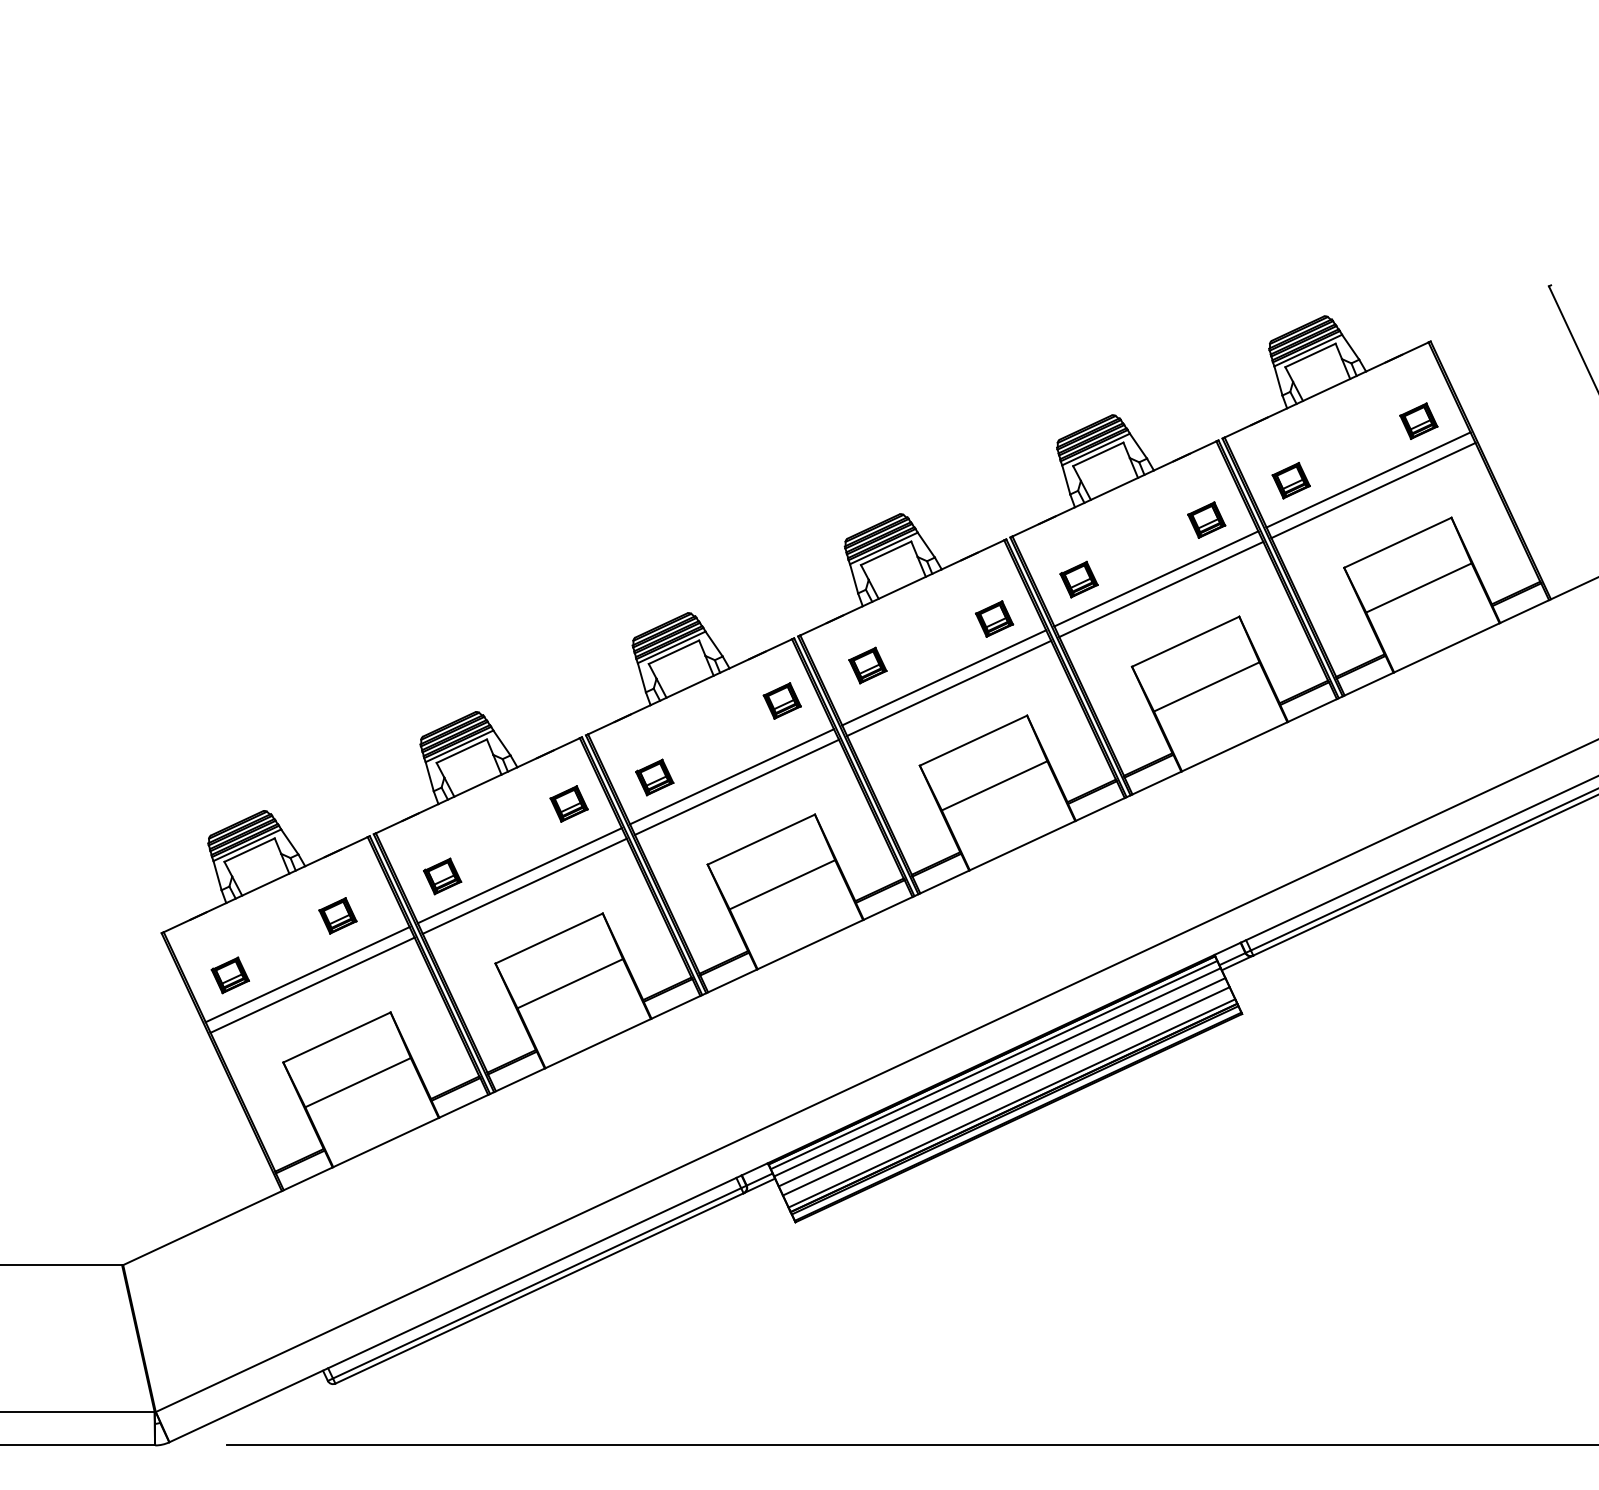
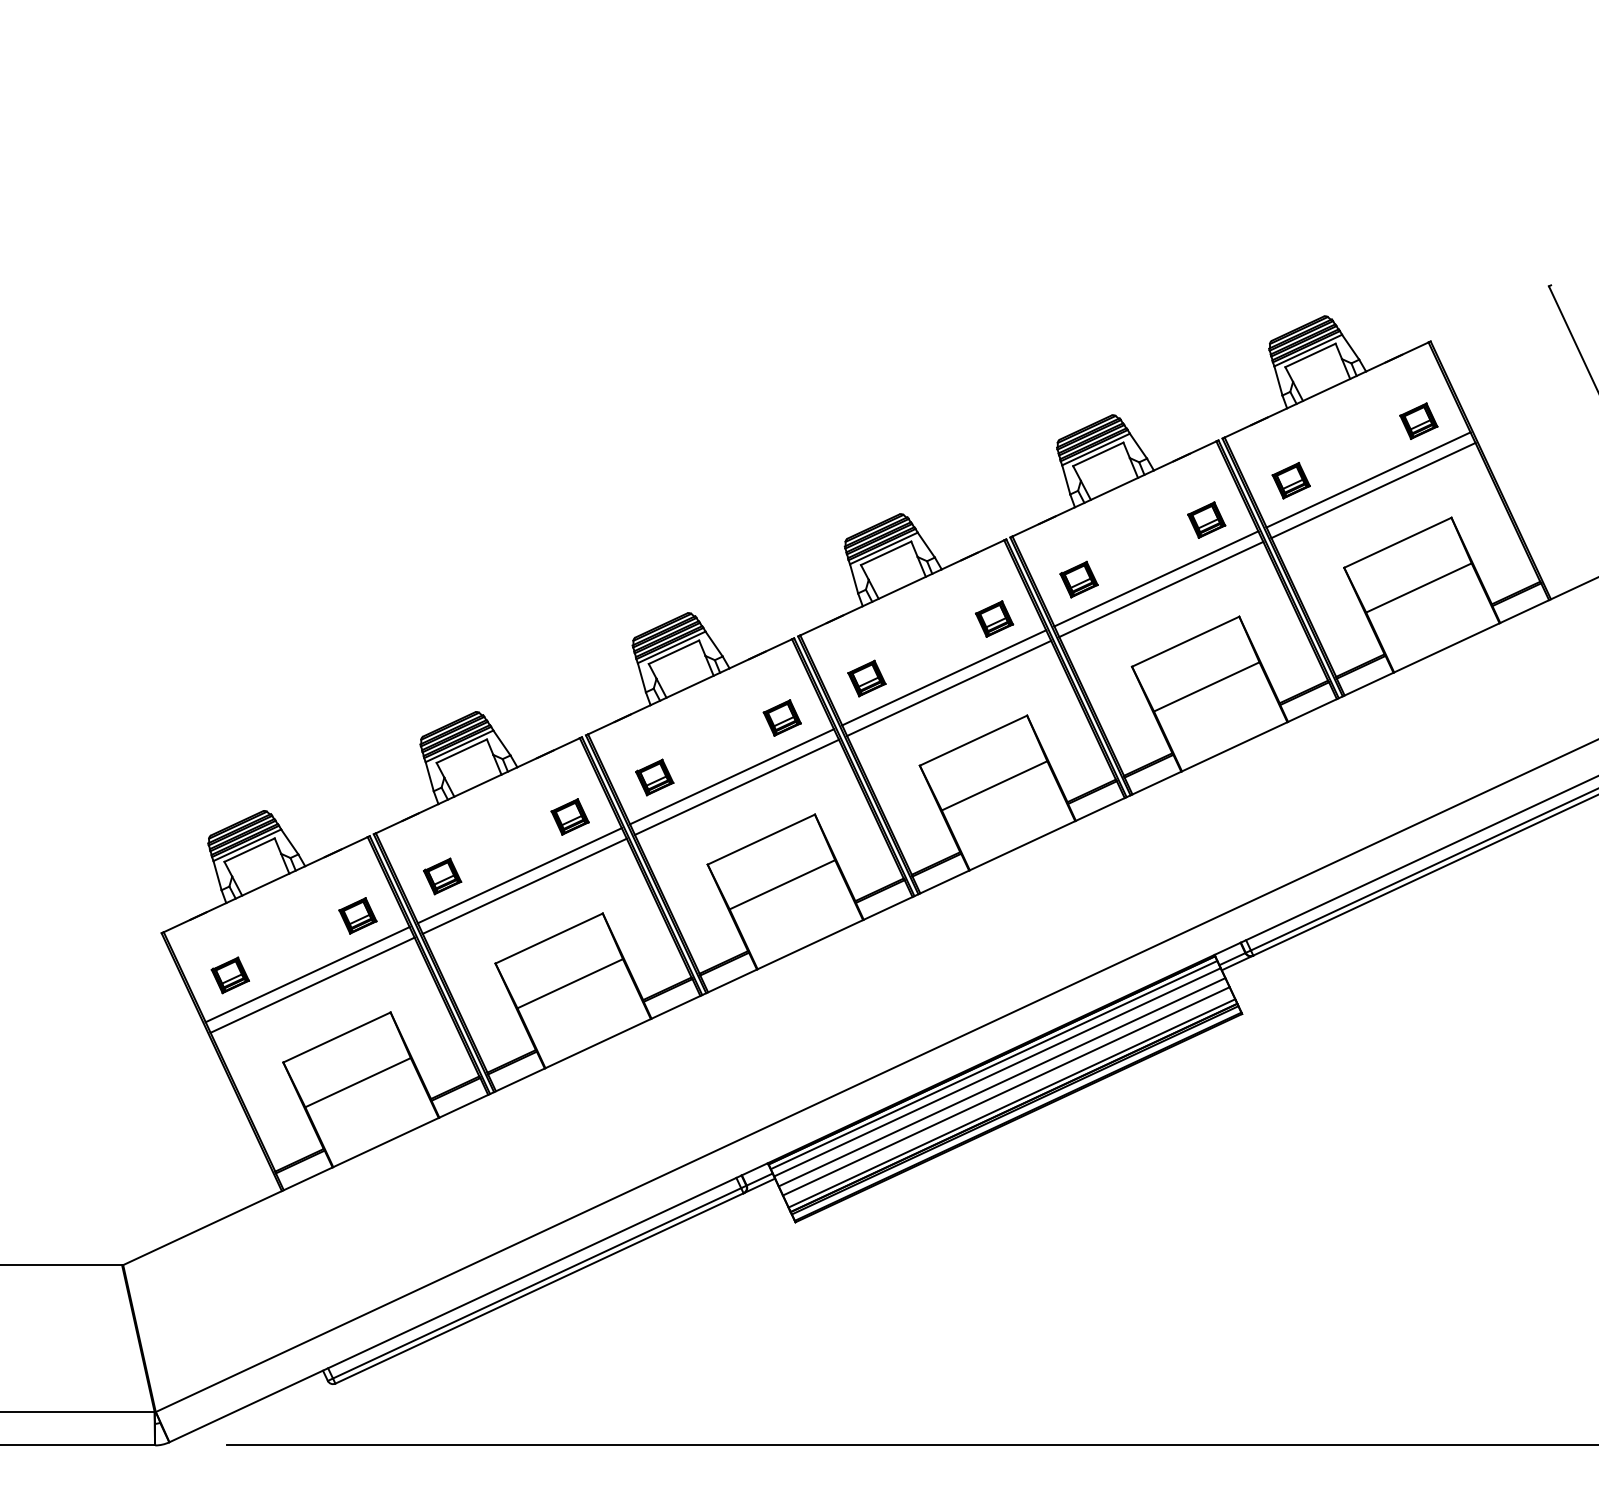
part at (867, 665) position: (867, 665) -> (866, 678)
part at (781, 700) position: (781, 700) -> (781, 717)
part at (568, 803) position: (568, 803) -> (569, 816)
part at (337, 915) position: (337, 915) -> (357, 915)
